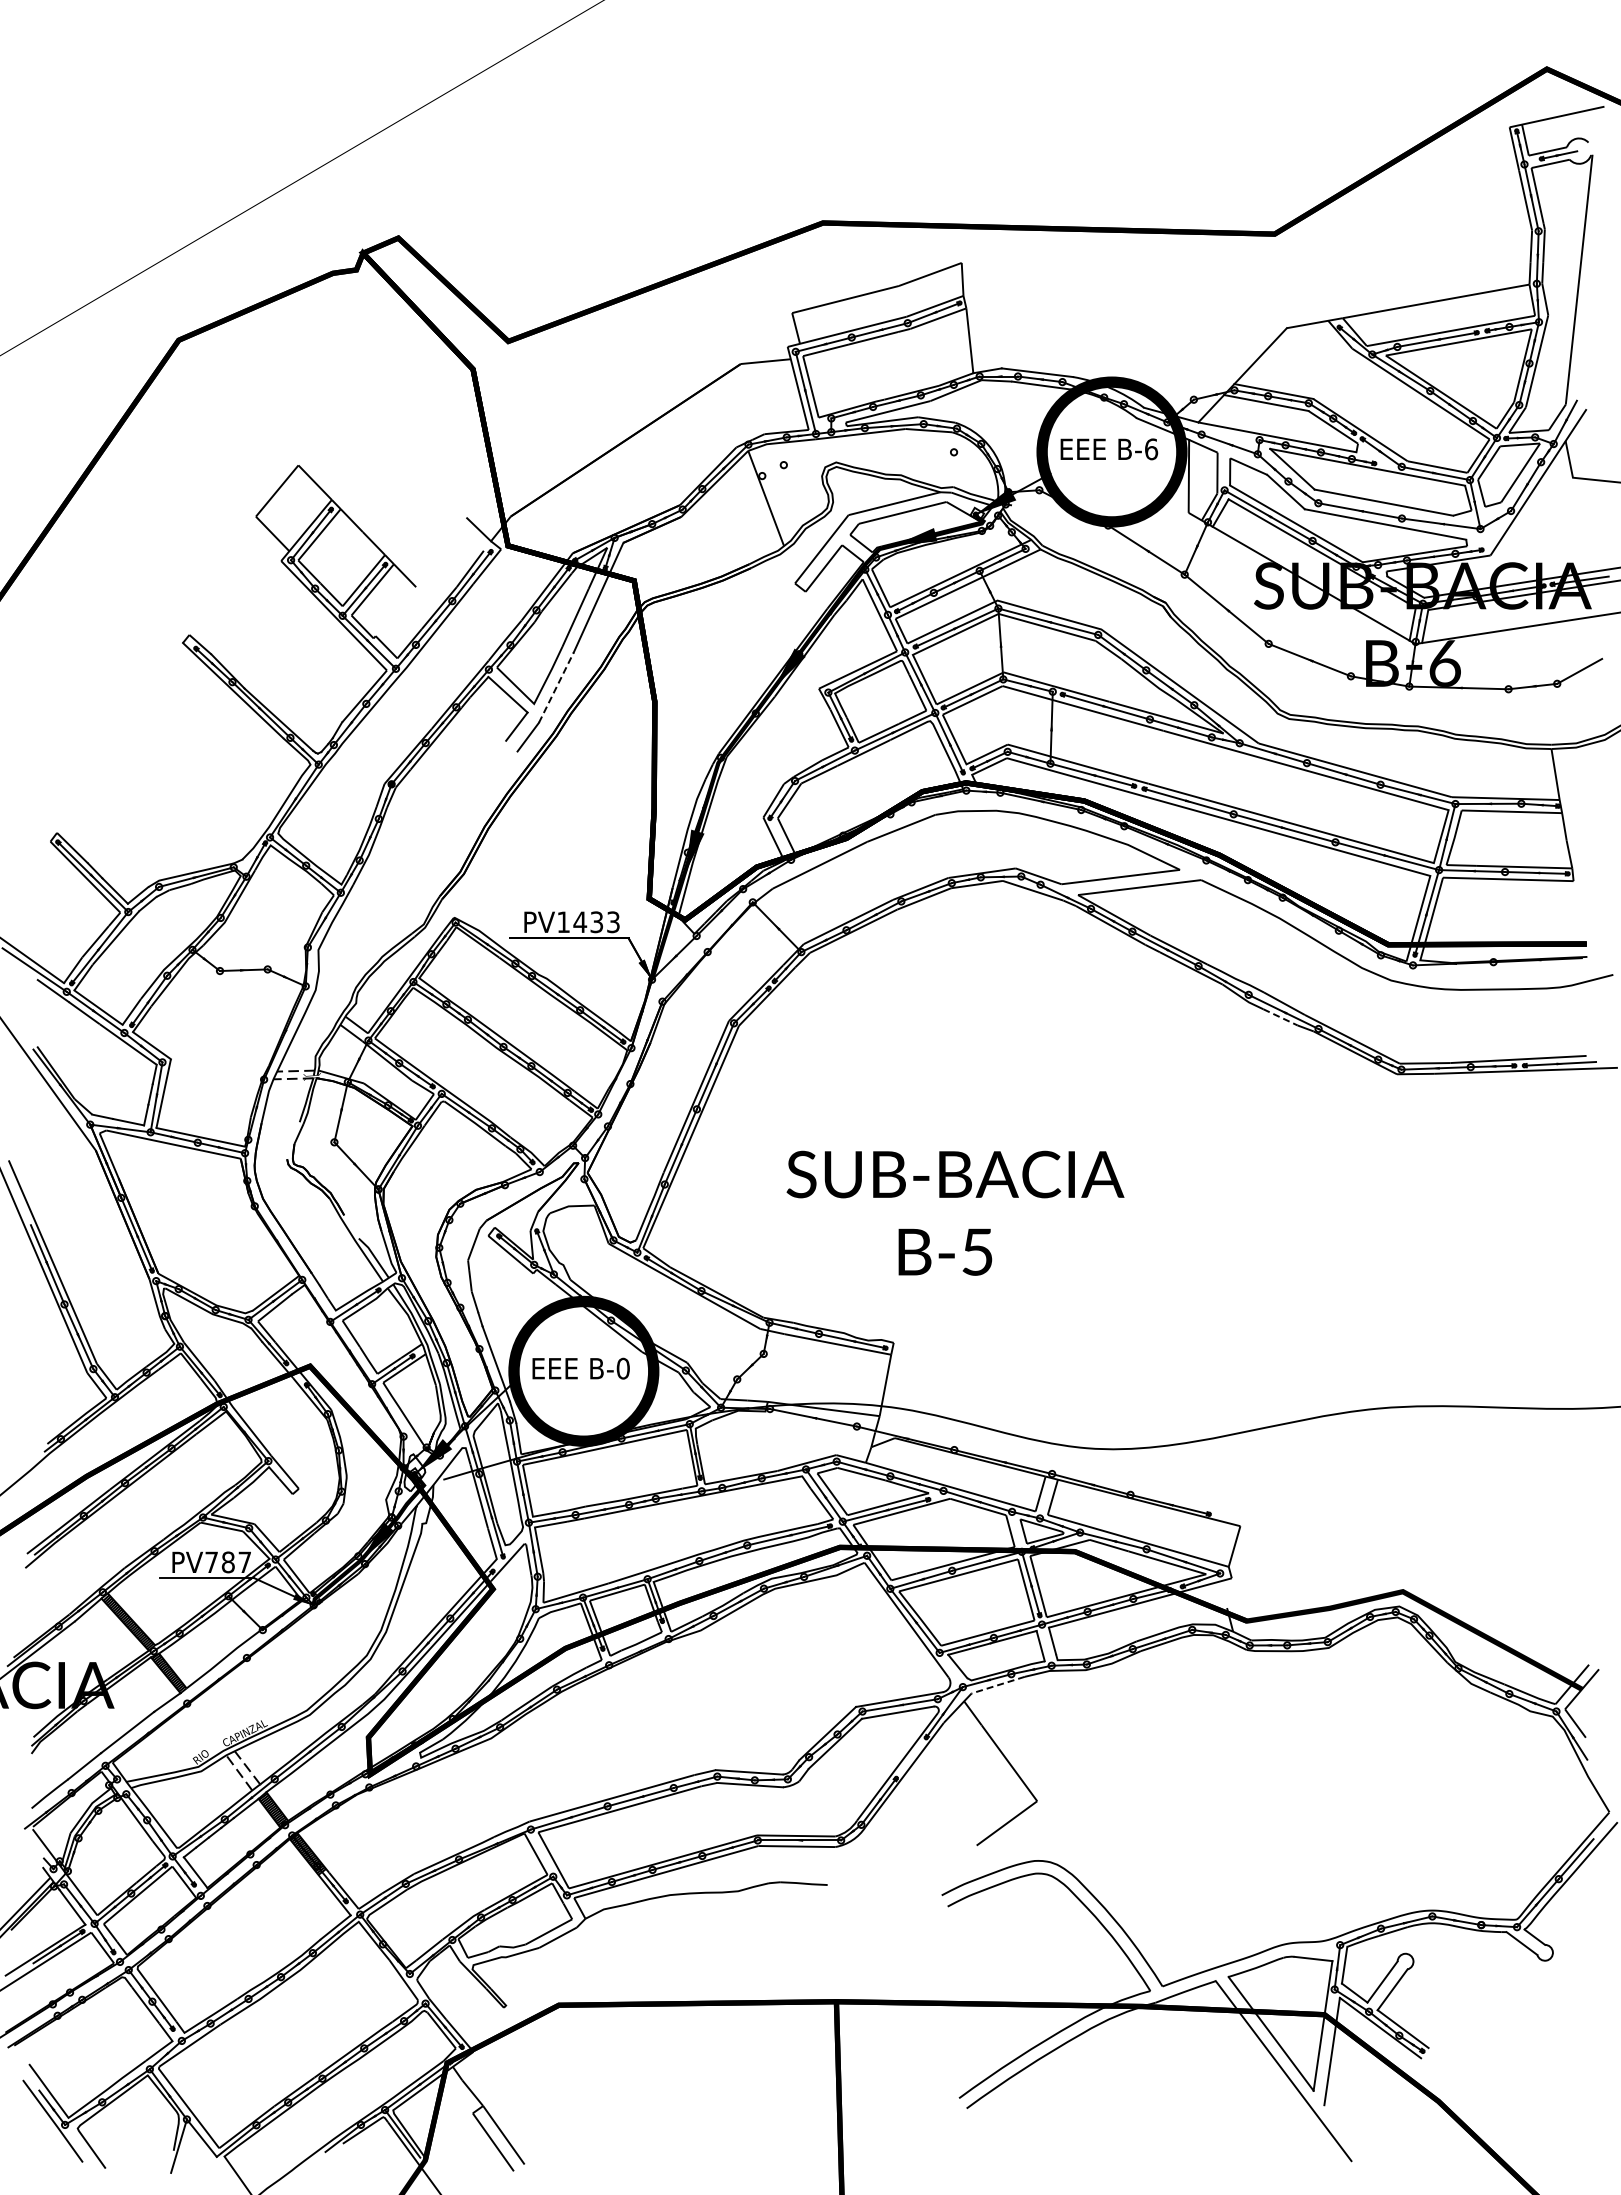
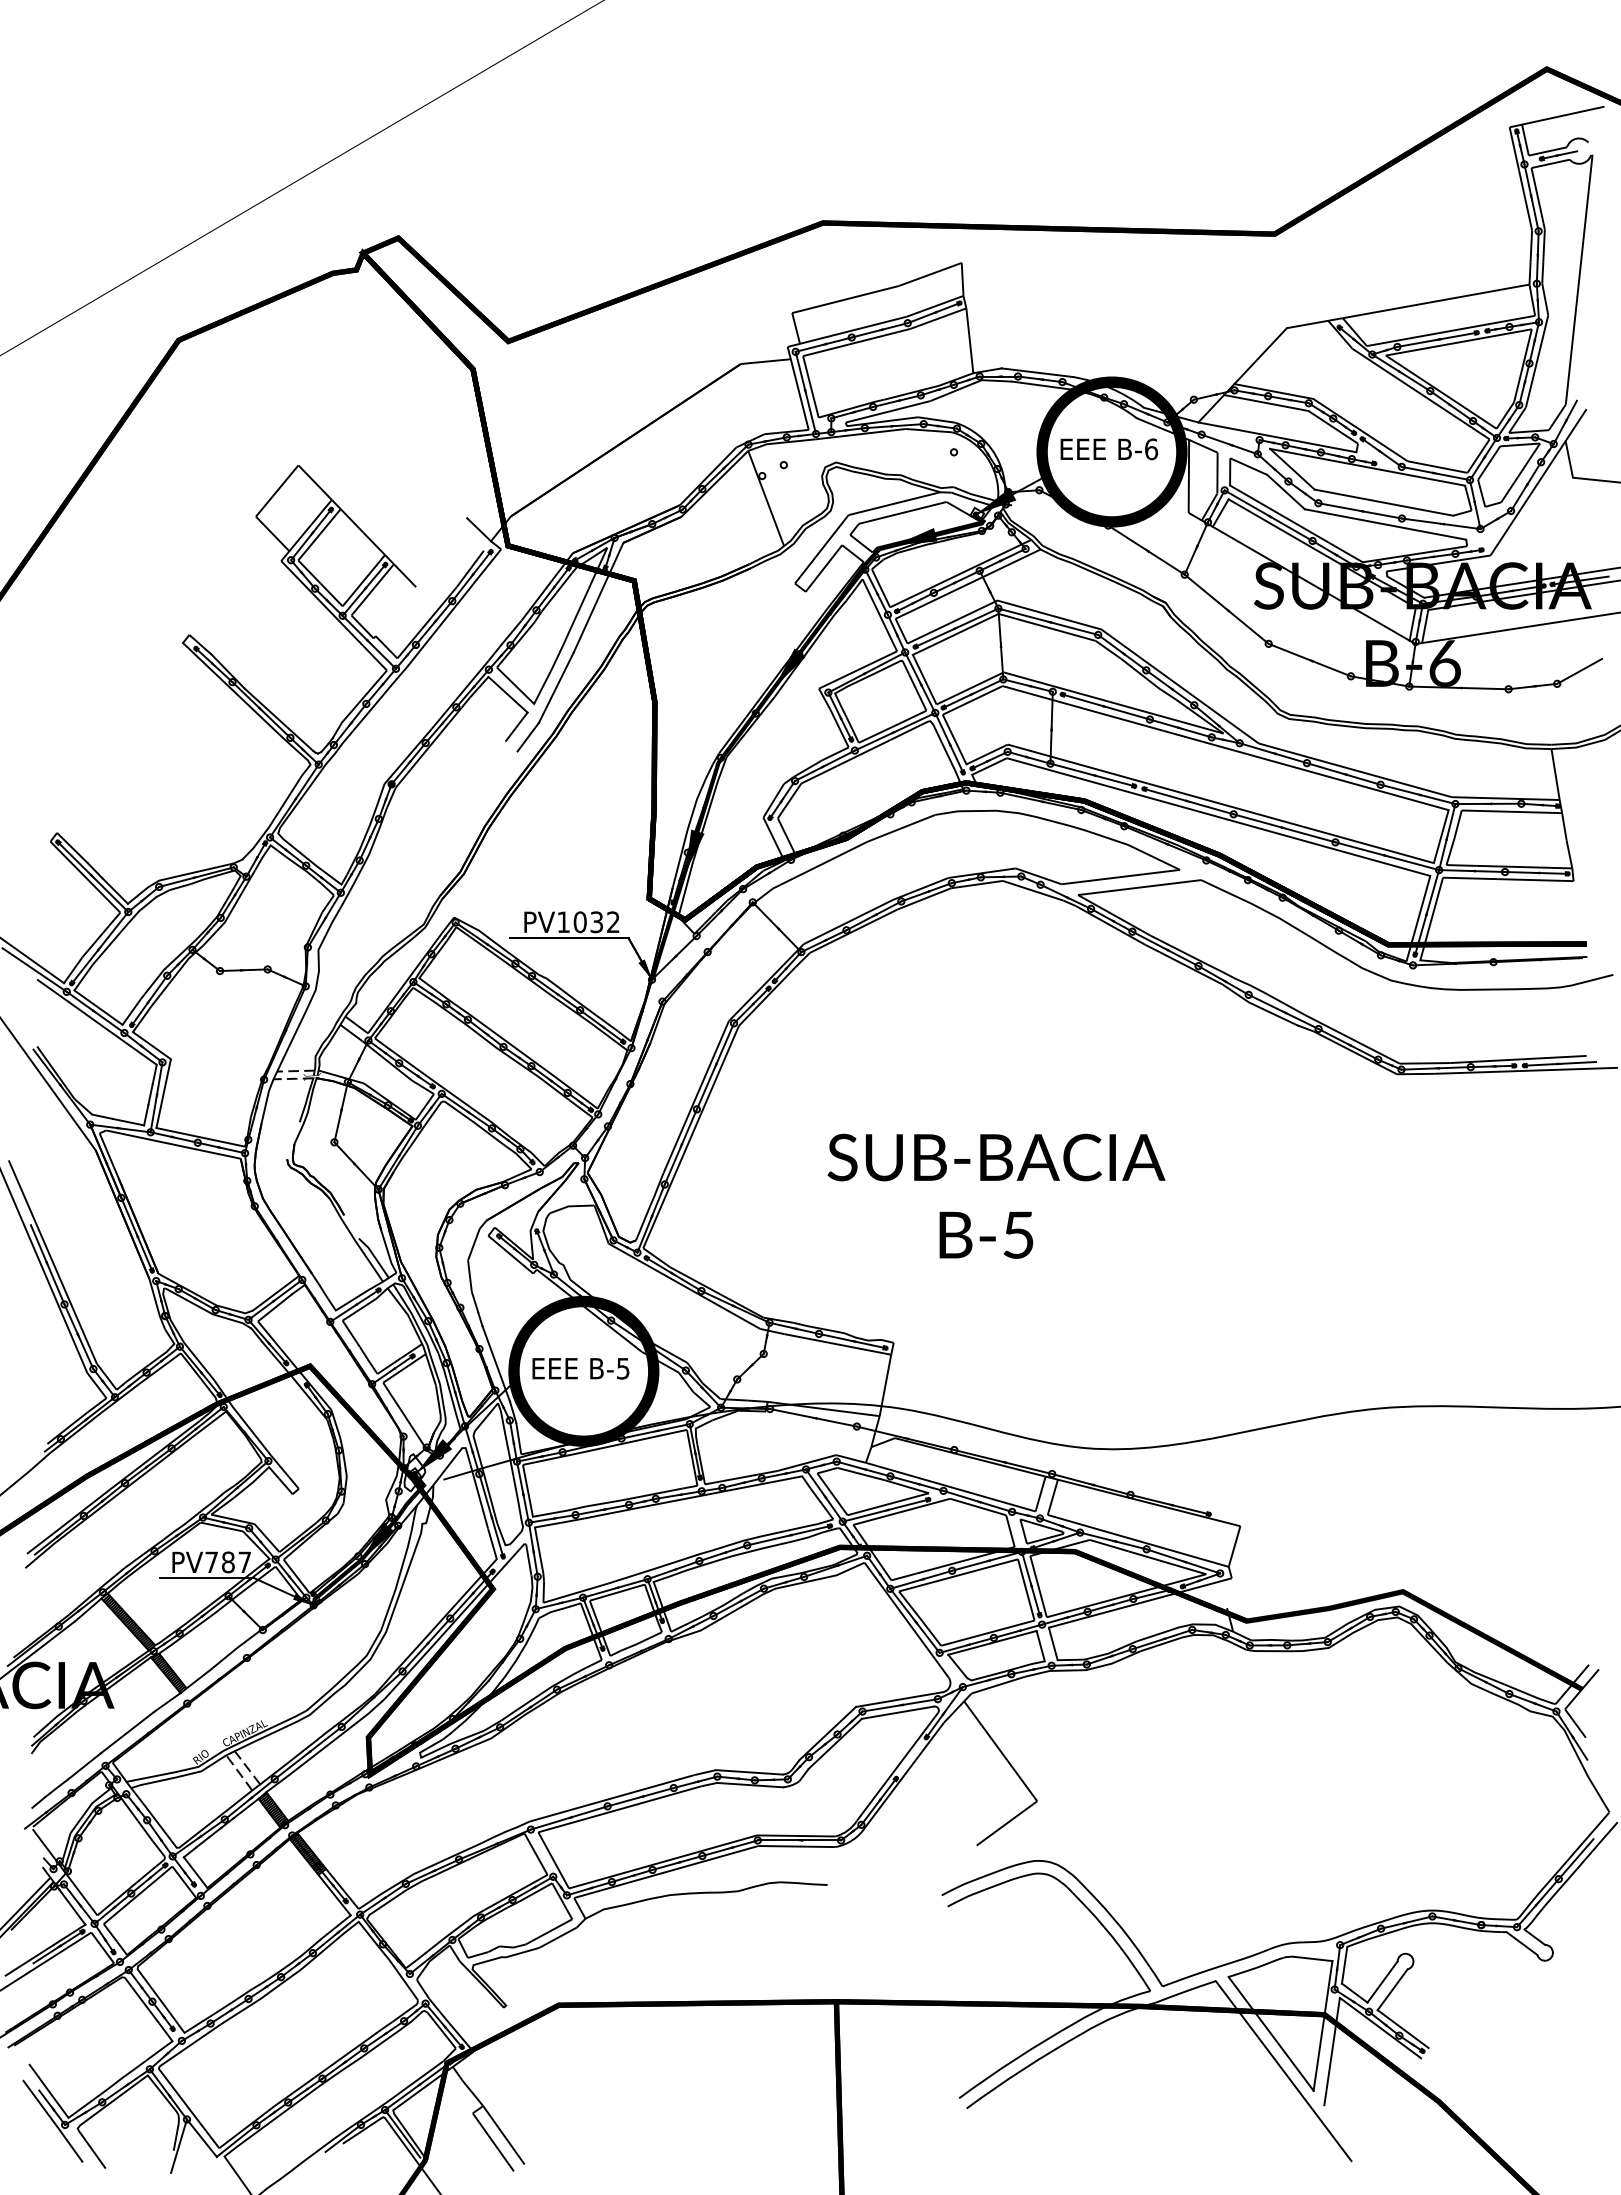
line at (556, 687): dashed -> solid
text at (596, 922): PV1433 -> PV1032
line at (1280, 1017): dashed -> solid
text at (955, 1212) position: (955, 1212) -> (996, 1195)
text at (622, 1368): B-0 -> B-5
line at (998, 1685): dashed -> solid
